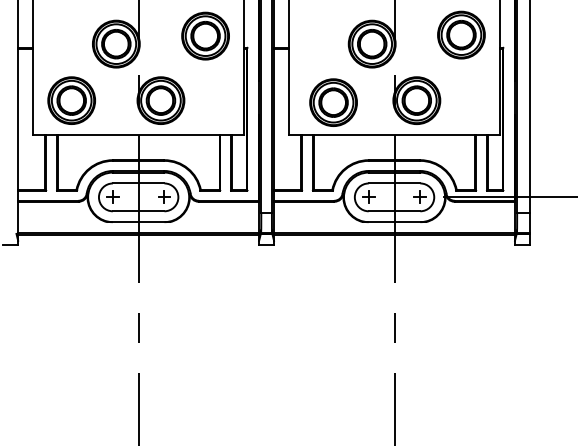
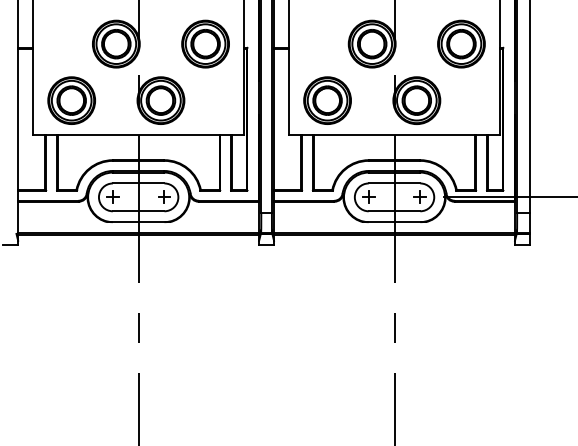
part at (461, 34) position: (461, 34) -> (461, 43)
part at (205, 35) position: (205, 35) -> (205, 43)
part at (333, 102) position: (333, 102) -> (327, 100)
